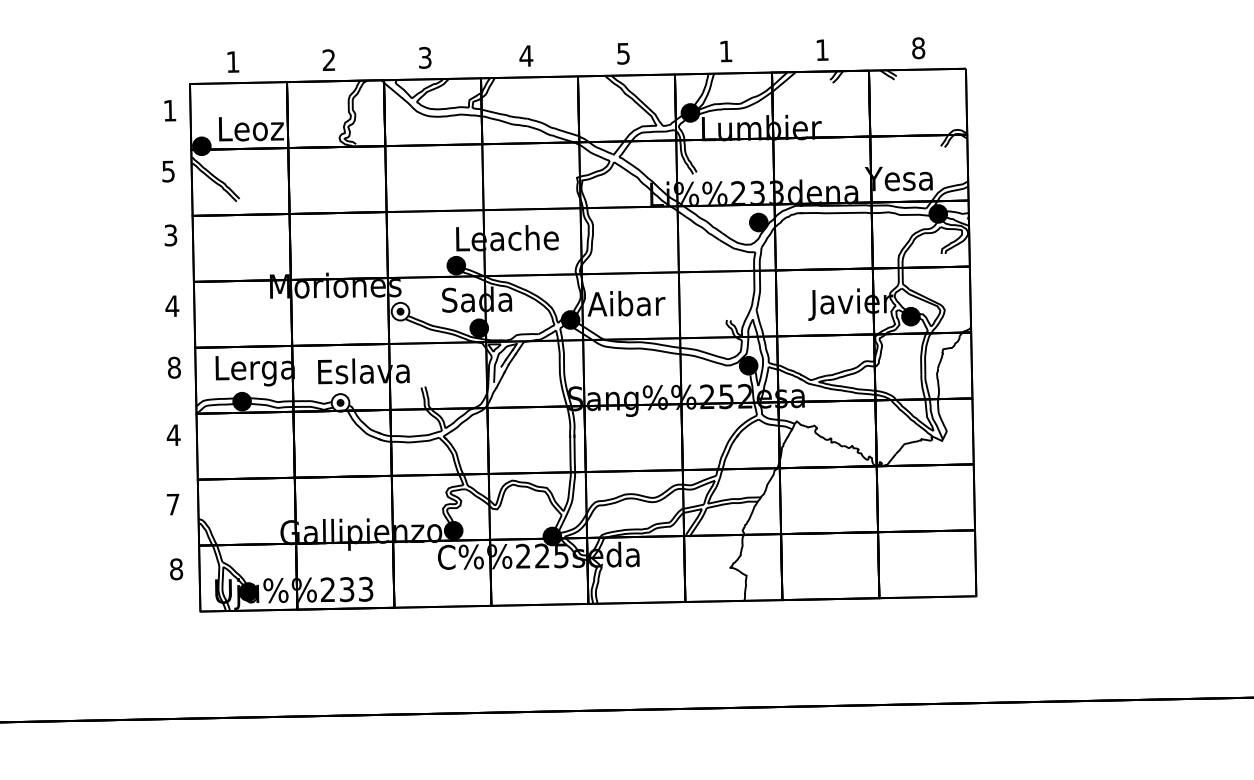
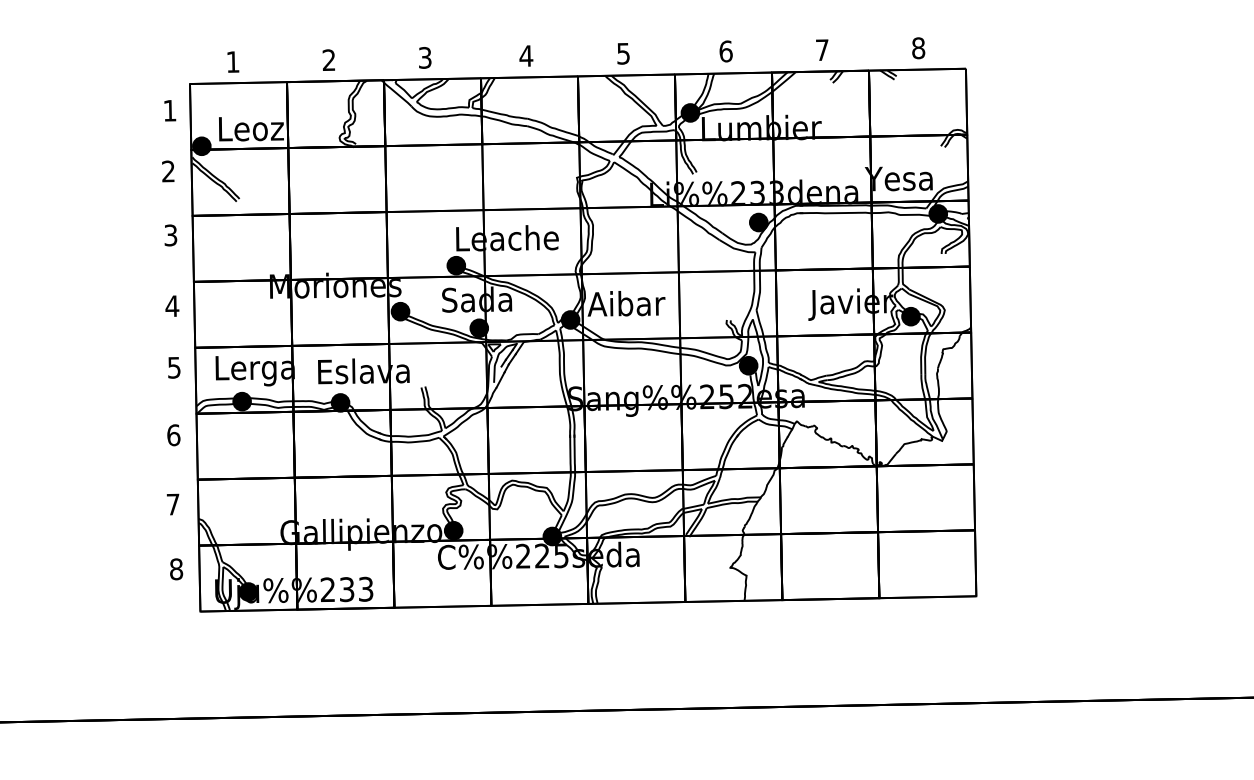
text at (822, 49): 1 -> 7
text at (725, 51): 1 -> 6
text at (168, 171): 5 -> 2
fill at (400, 311): none -> present
text at (174, 367): 8 -> 5
fill at (340, 402): none -> present
text at (173, 435): 4 -> 6
